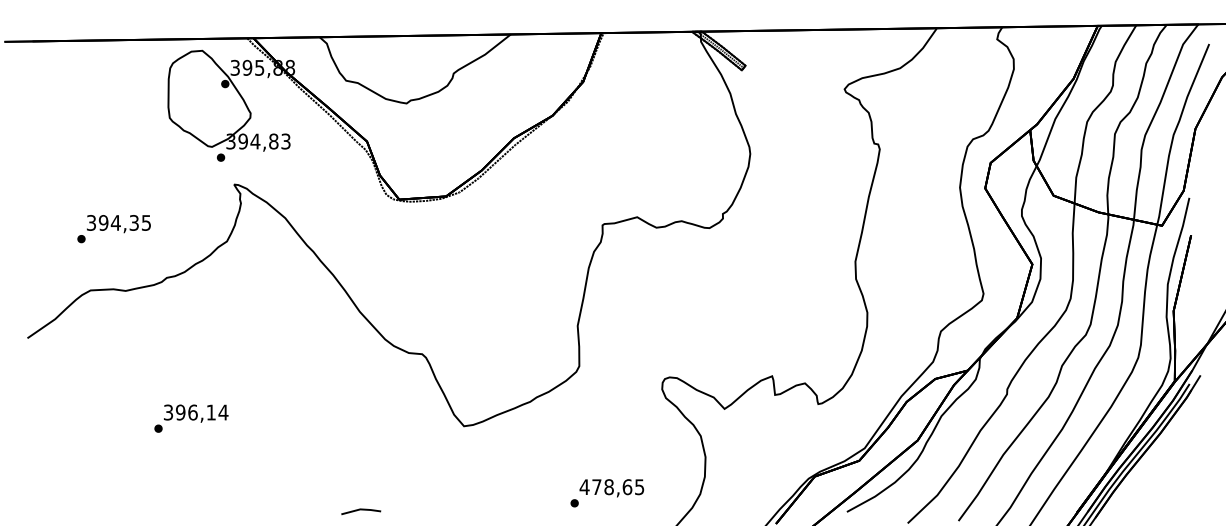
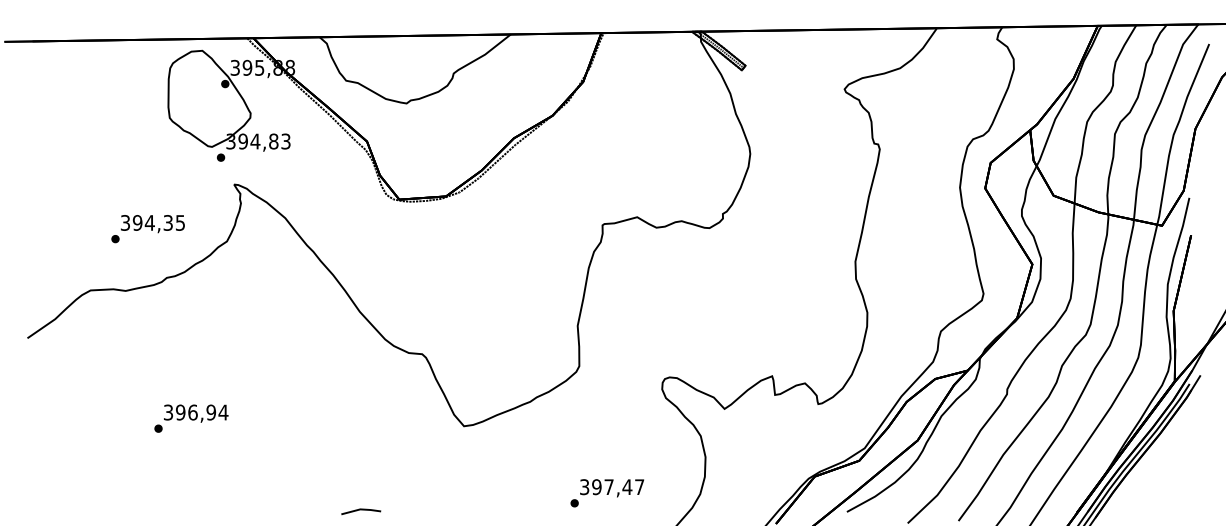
text at (113, 229) position: (113, 229) -> (147, 229)
text at (211, 412): 396,14 -> 396,94
text at (611, 487): 478,65 -> 397,47
